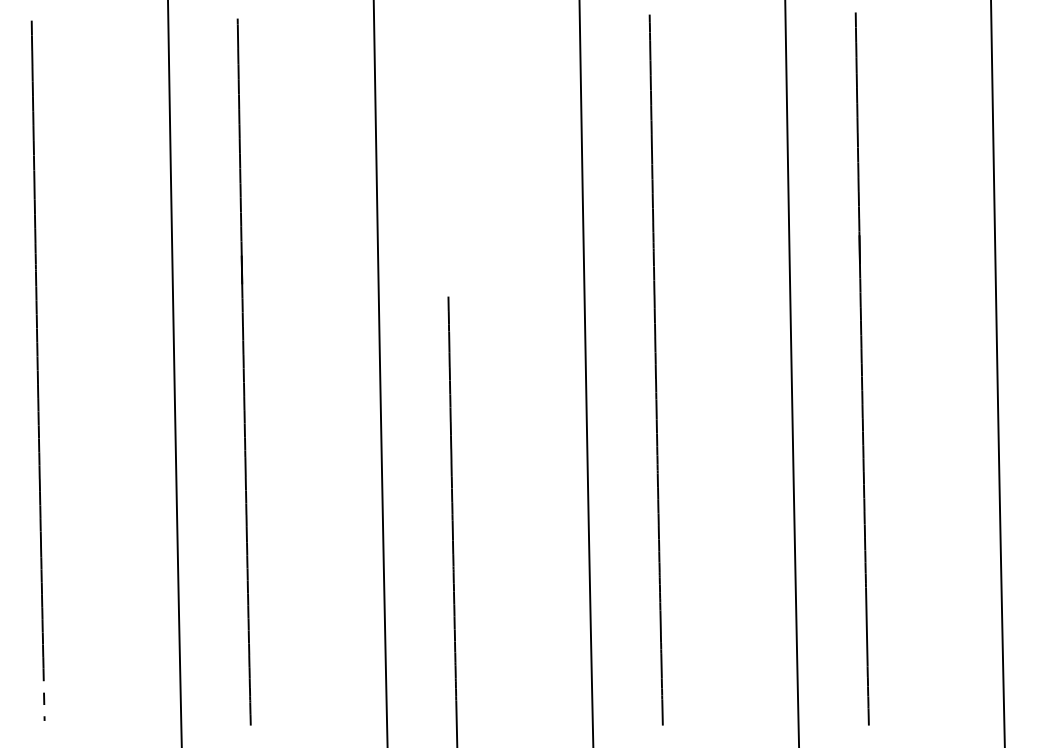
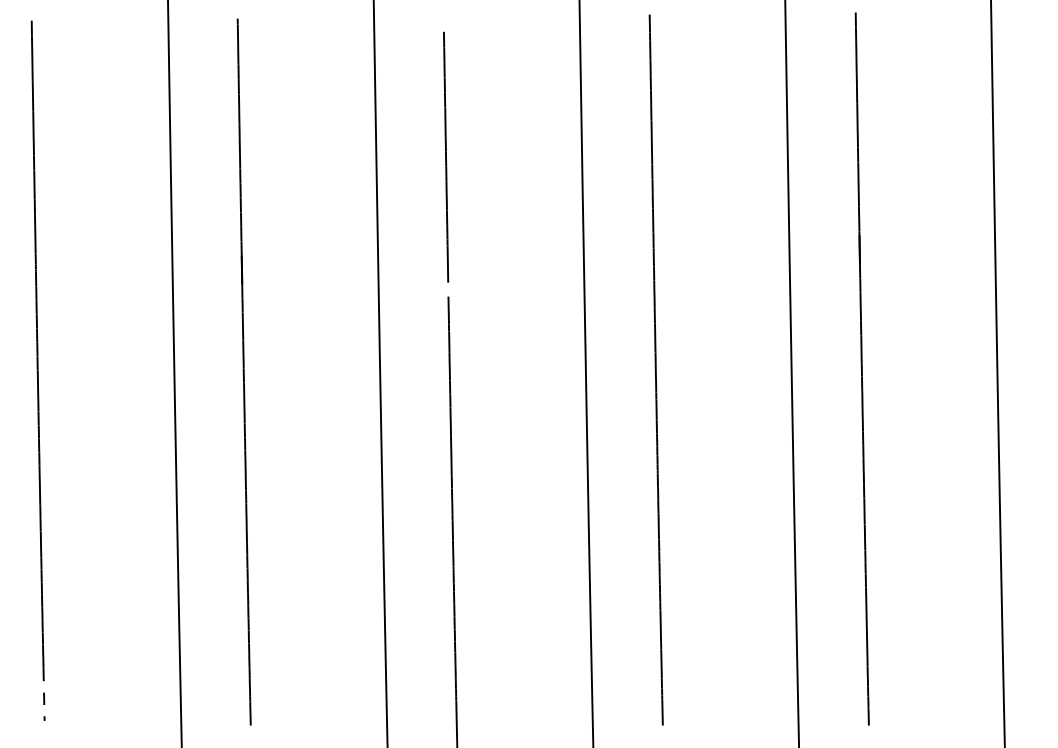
line at (446, 156): none -> present
